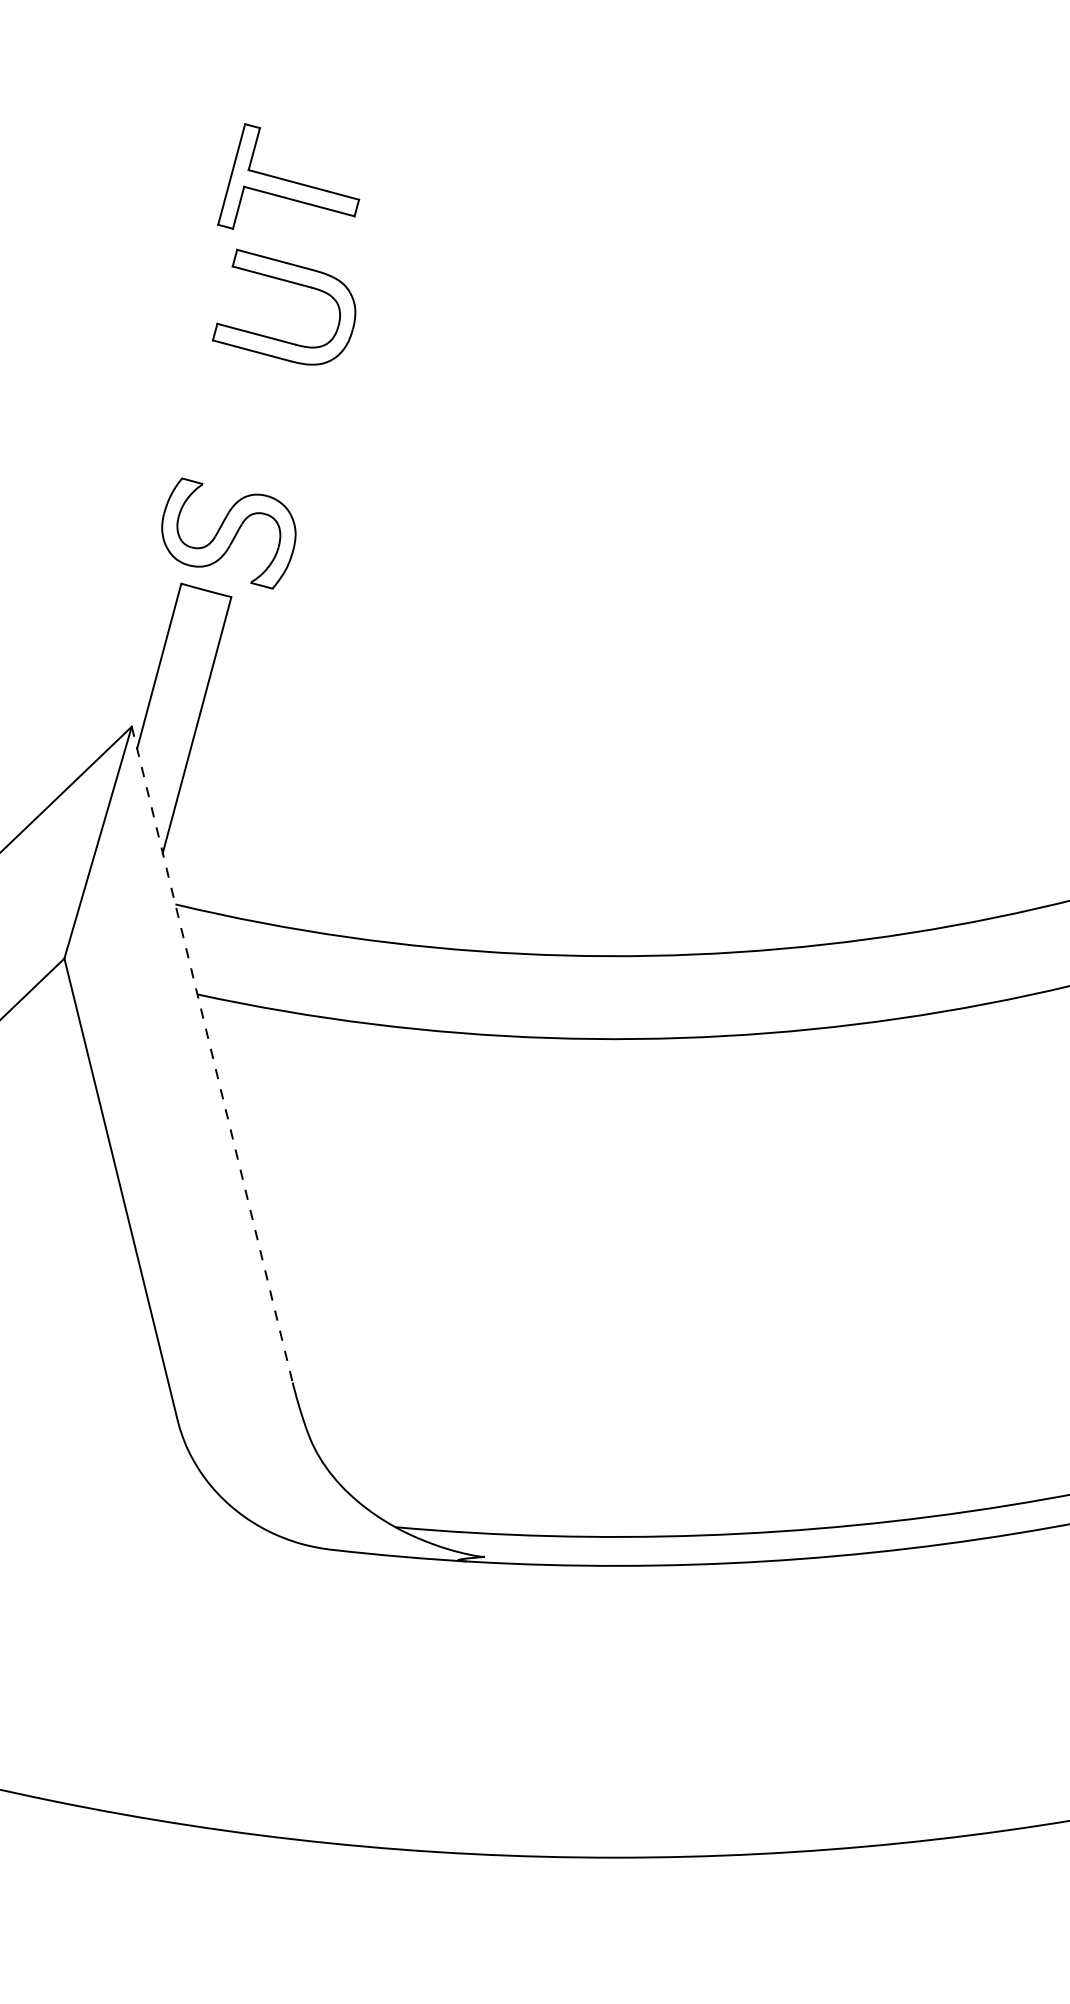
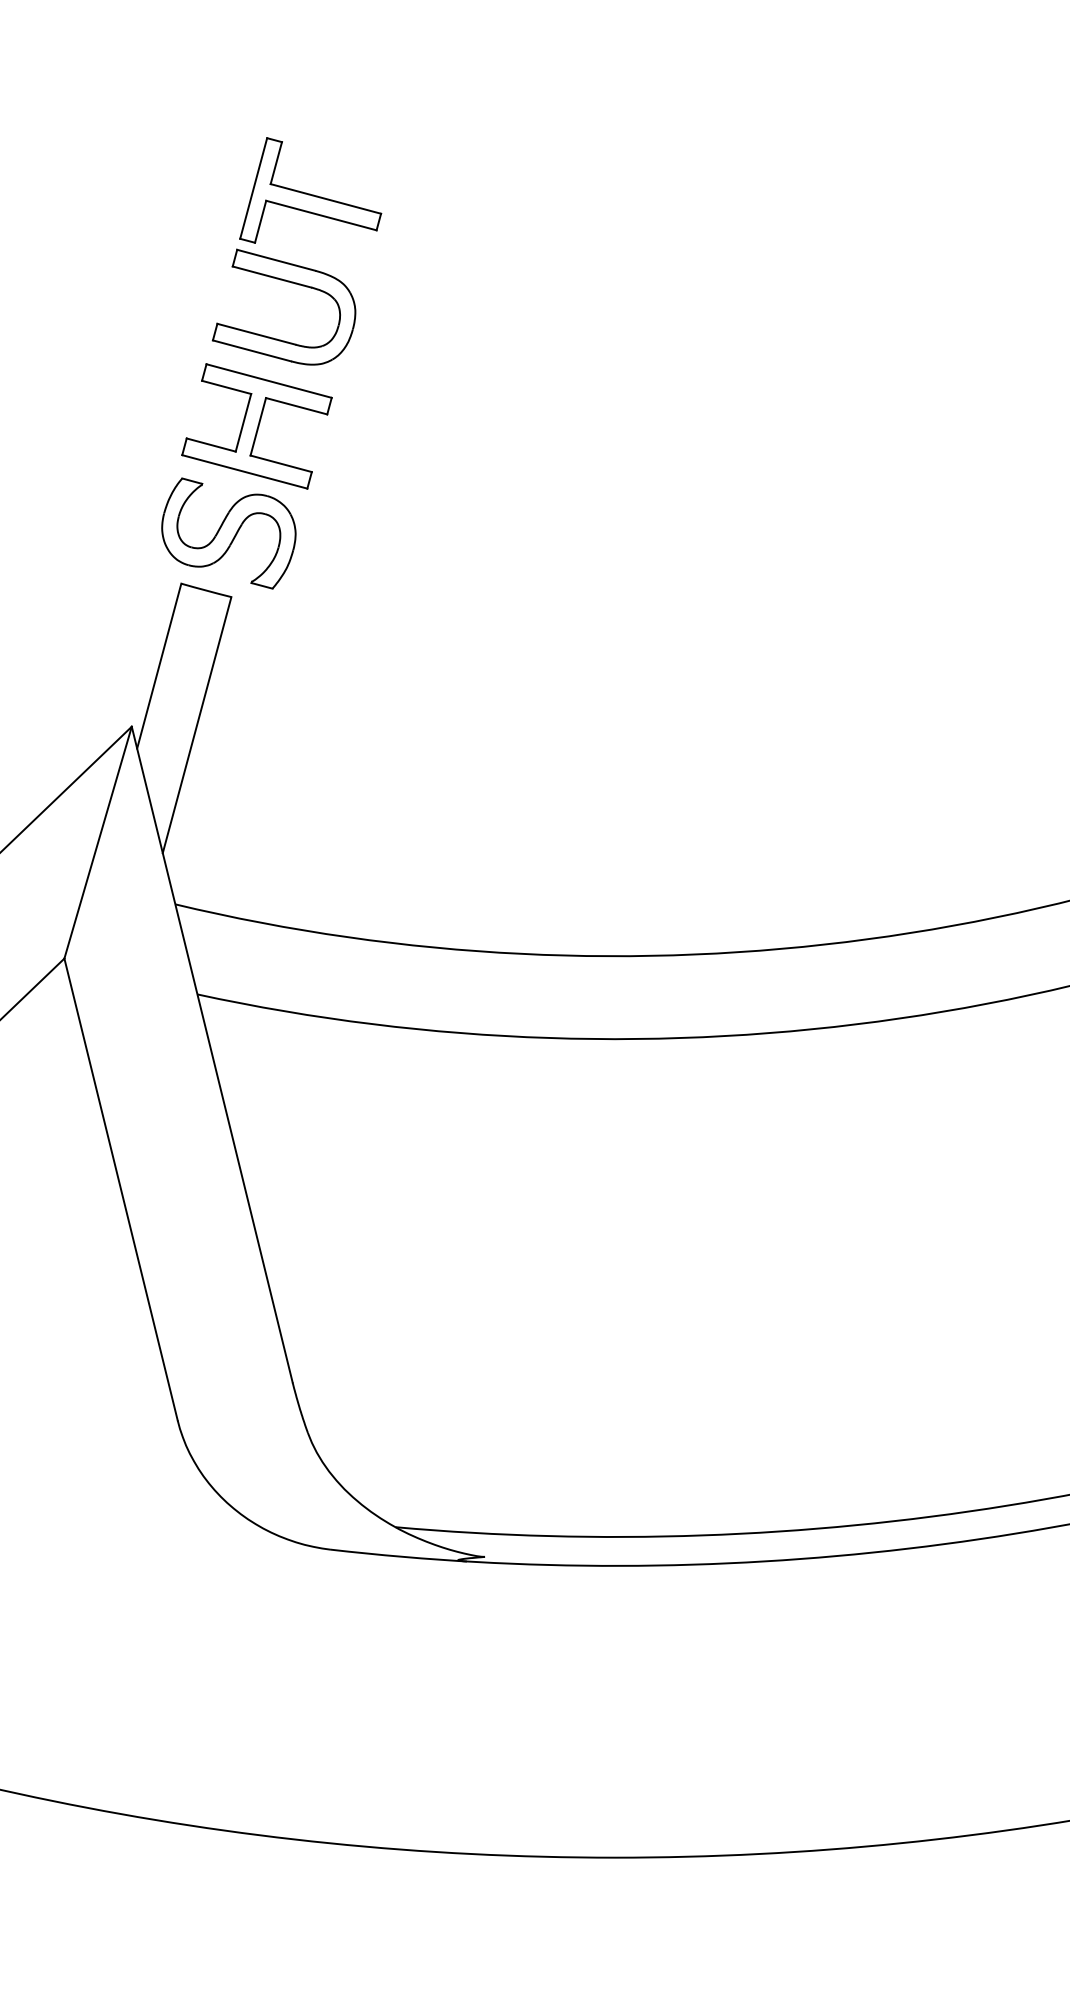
part at (288, 176) position: (288, 176) -> (310, 190)
part at (256, 426): none -> present
line at (212, 1054): dashed -> solid
